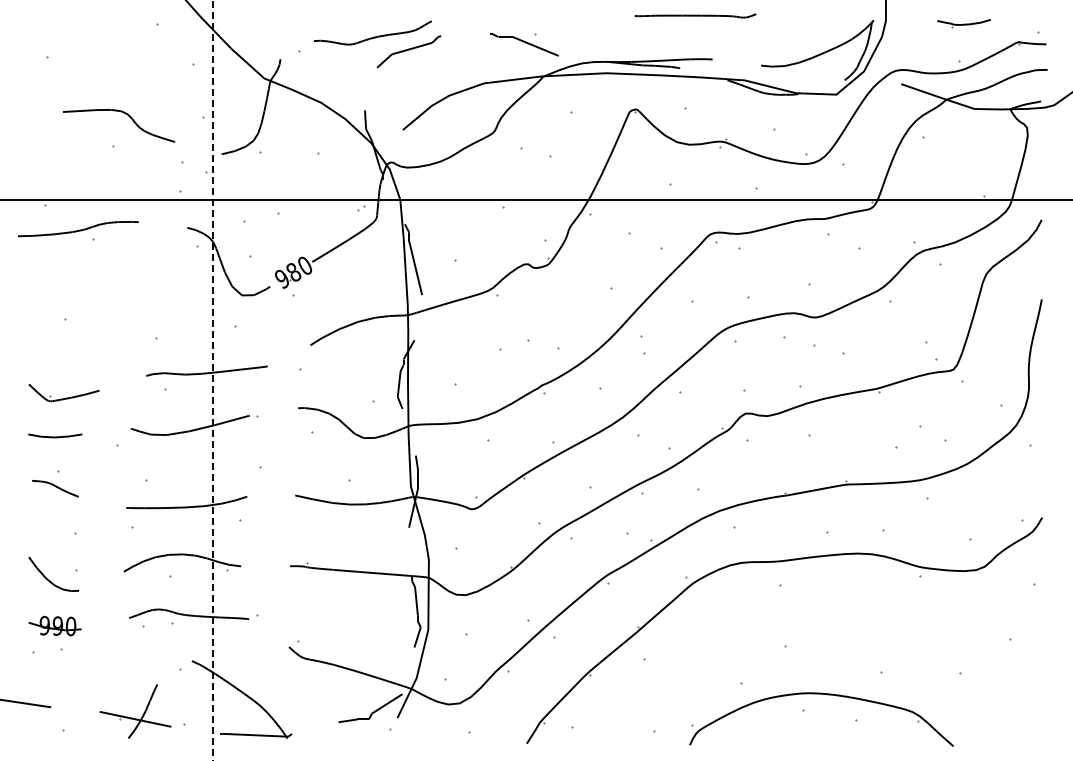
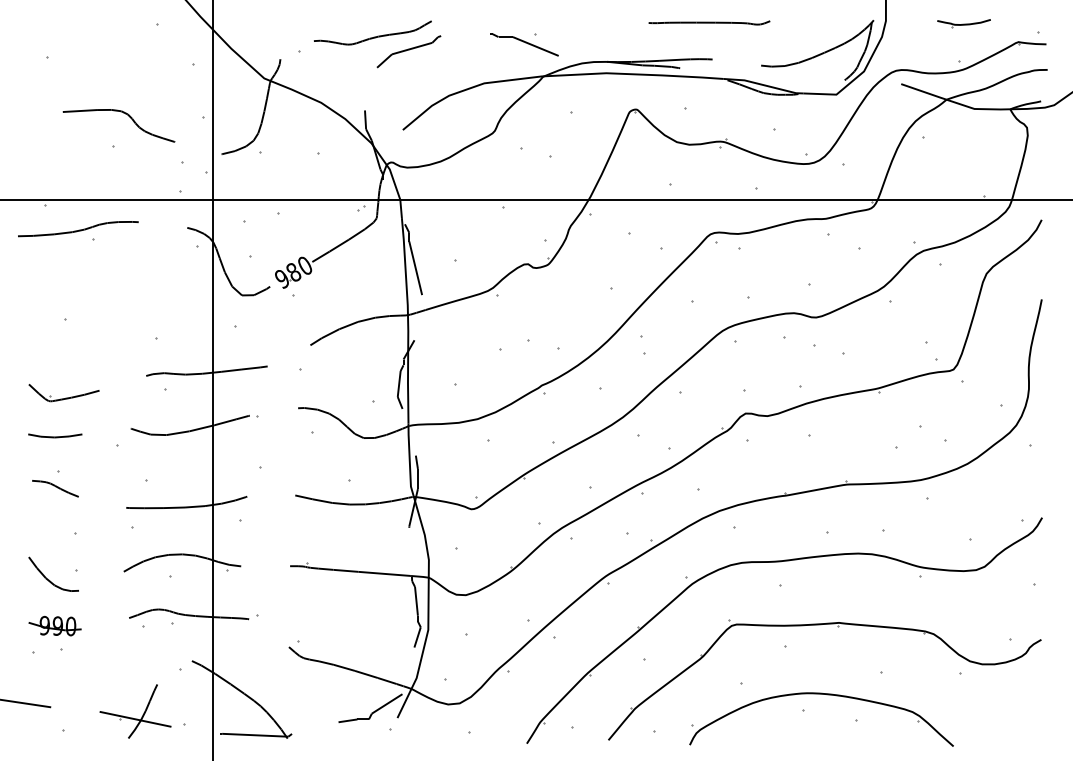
curve at (695, 15) position: (695, 15) -> (709, 22)
line at (212, 380): dashed -> solid
part at (838, 627): none -> present
